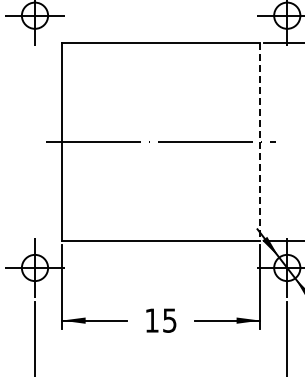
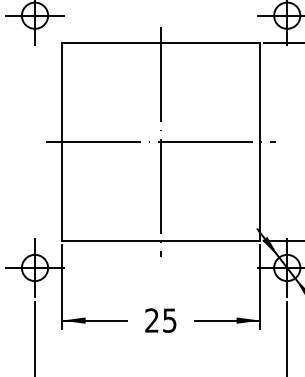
line at (161, 141): none -> present
line at (260, 142): dashed -> solid
text at (151, 320): 15 -> 25
